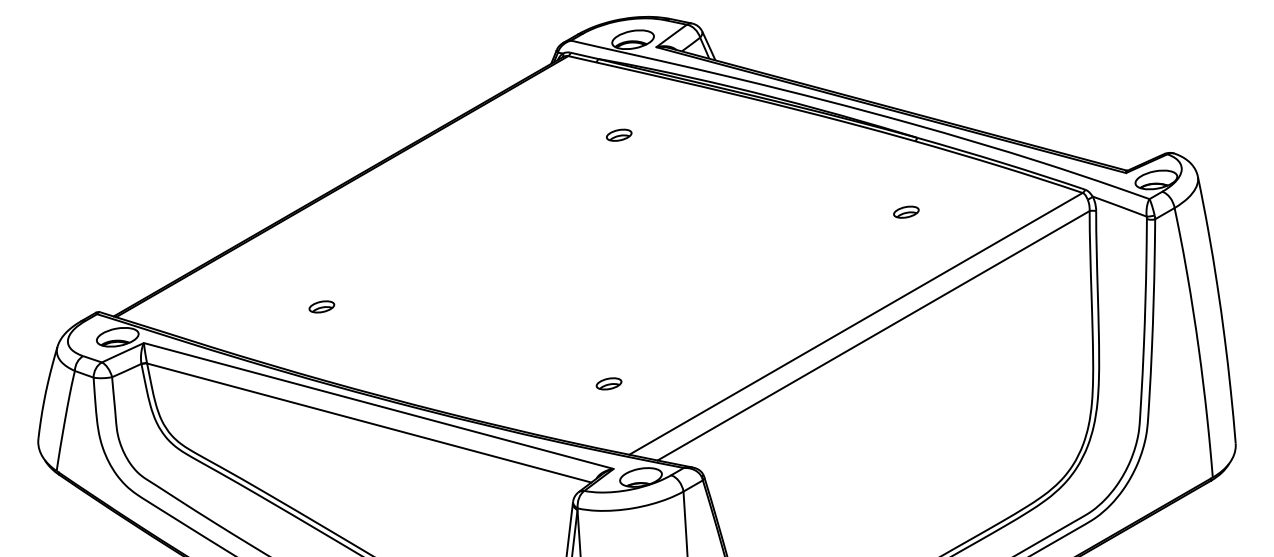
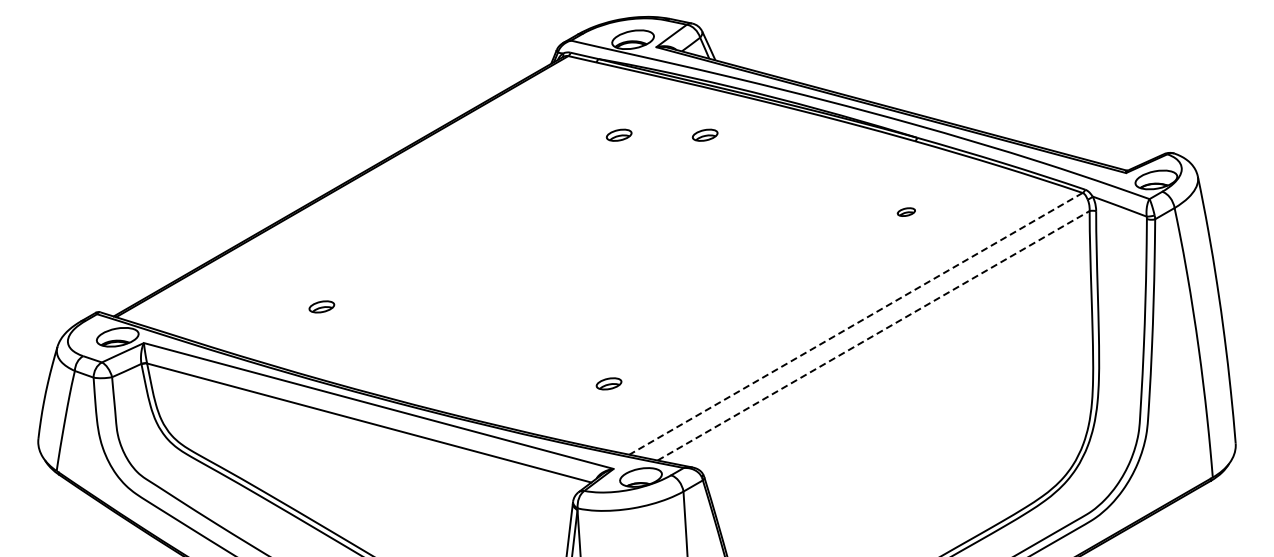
part at (704, 134): none -> present
part at (906, 211) size: 27x14 px -> 20x10 px
line at (855, 323): solid -> dashed
line at (874, 335): solid -> dashed
